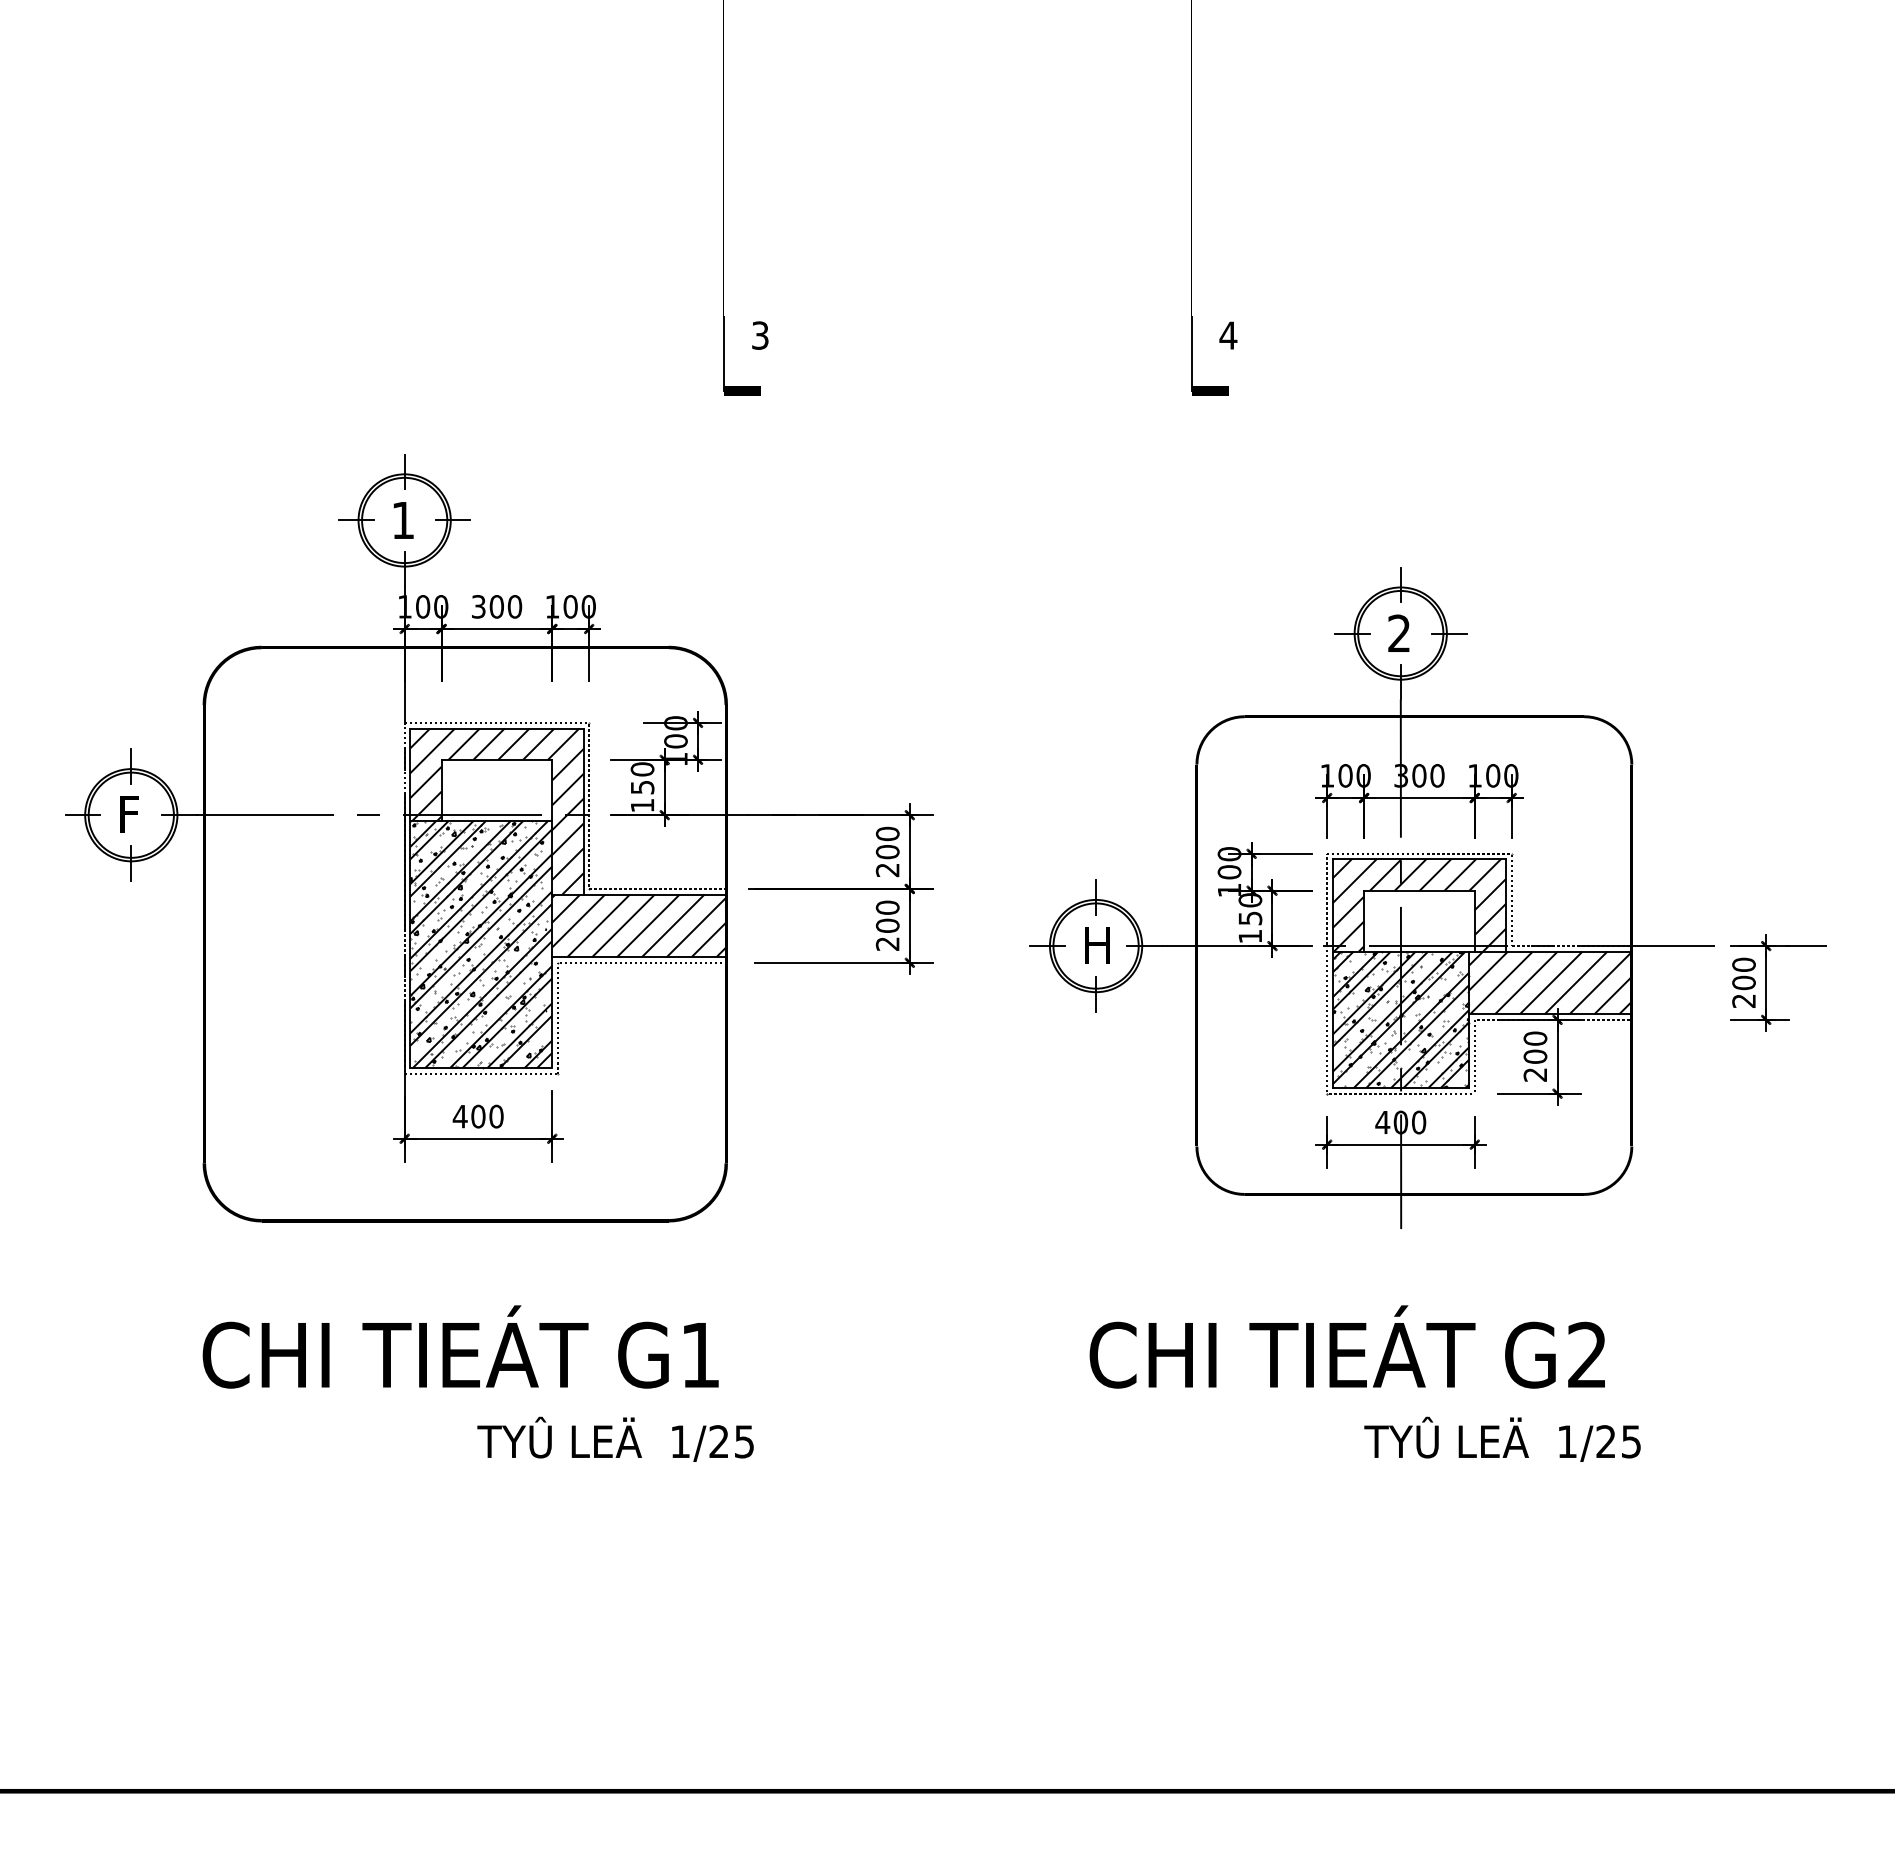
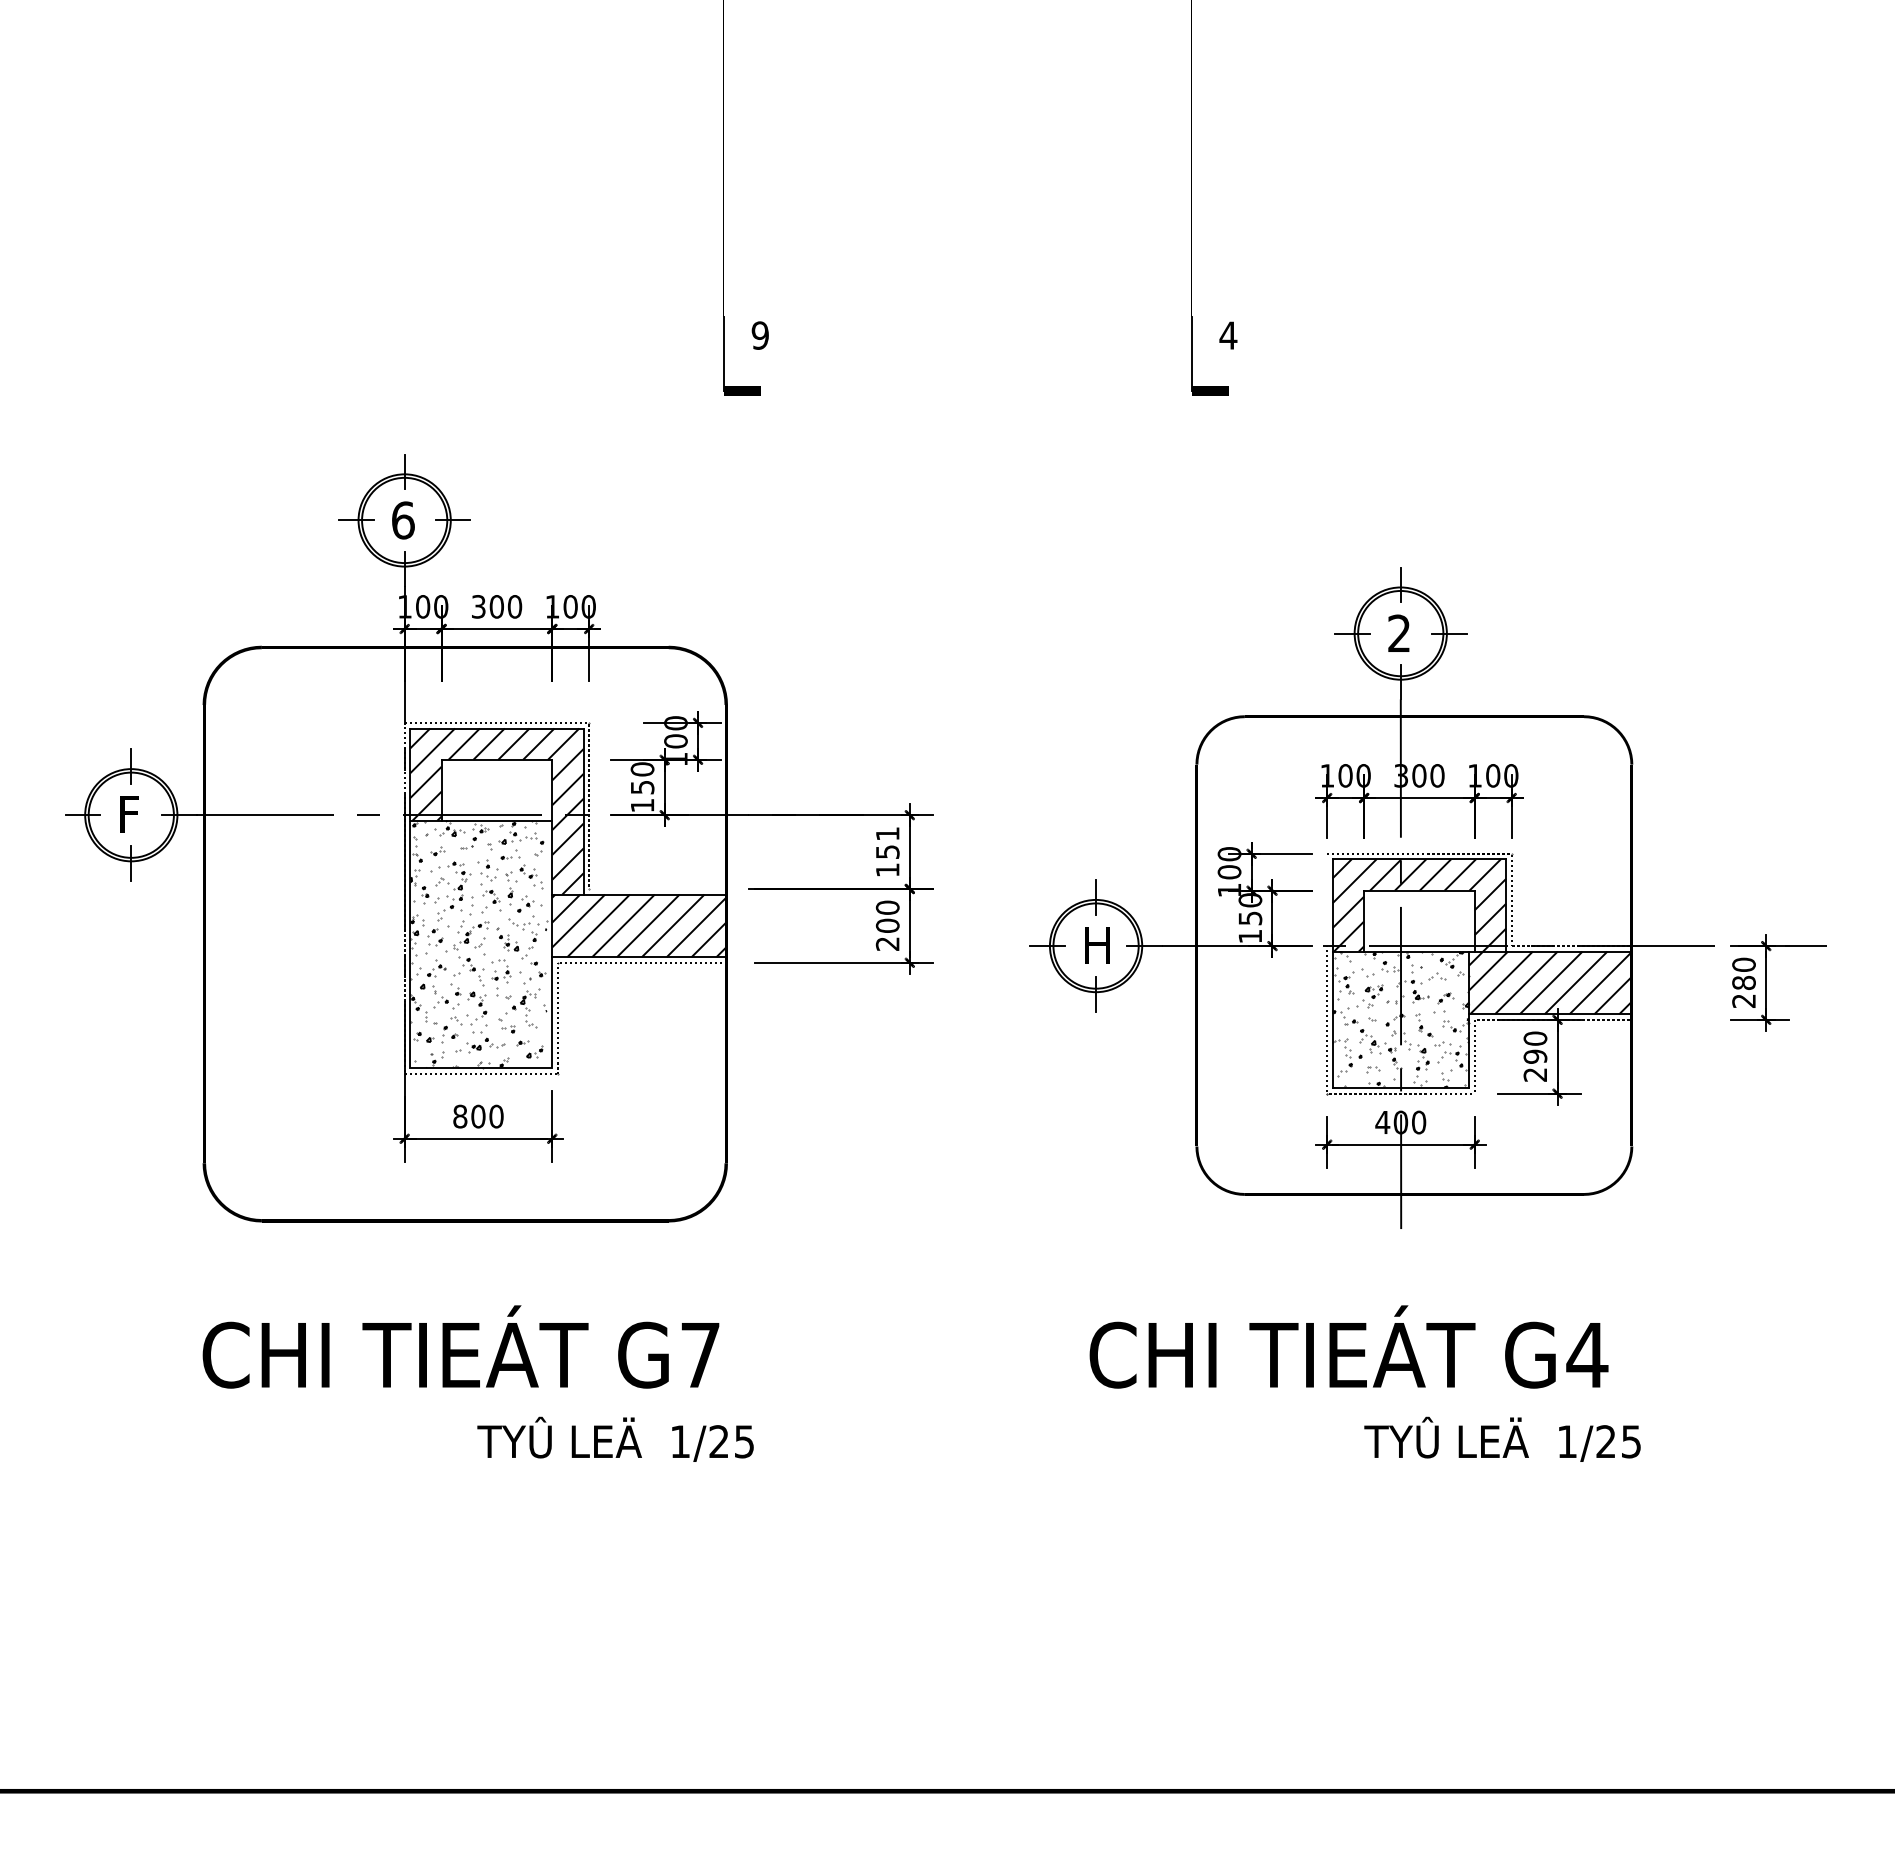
text at (759, 335): 3 -> 9
text at (403, 520): 1 -> 6
text at (887, 851): 200 -> 151
line at (657, 889): present -> none
line at (1327, 899): present -> none
hatch at (481, 943): present -> none
text at (1743, 982): 200 -> 280
hatch at (1400, 1019): present -> none
text at (1535, 1056): 200 -> 290
text at (459, 1116): 400 -> 800
text at (1587, 1354): G2 -> G4
text at (700, 1355): G1 -> G7
